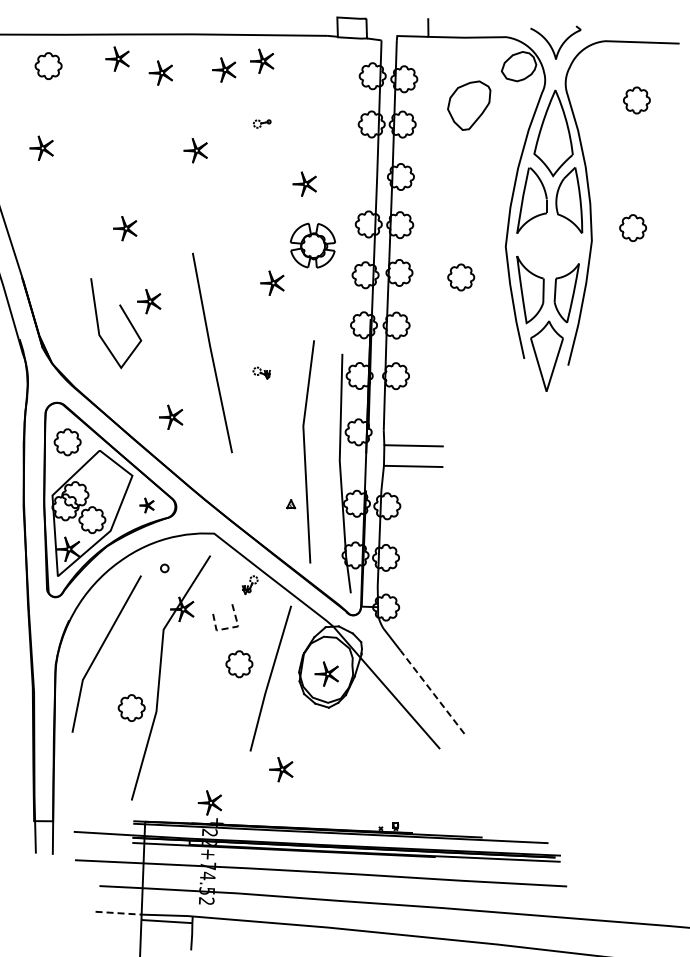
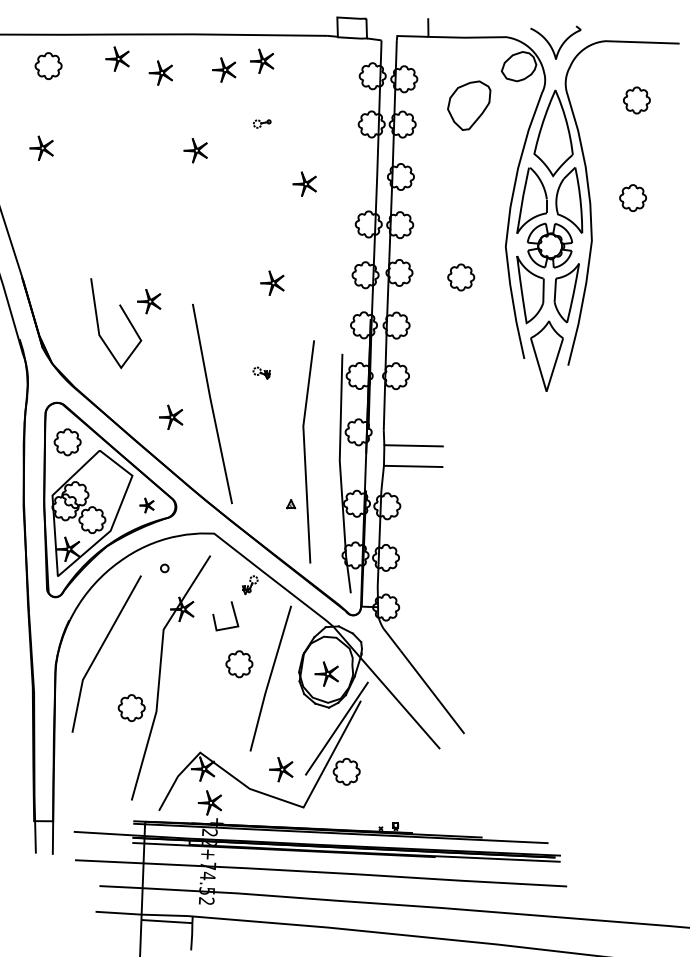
part at (632, 227) position: (632, 227) -> (632, 197)
part at (125, 228): present -> none
part at (313, 245) position: (313, 245) -> (550, 245)
line at (212, 352) position: (212, 352) -> (212, 403)
line at (231, 627): dashed -> solid
line at (432, 691): dashed -> solid
part at (240, 780): none -> present
line at (119, 913): dashed -> solid
